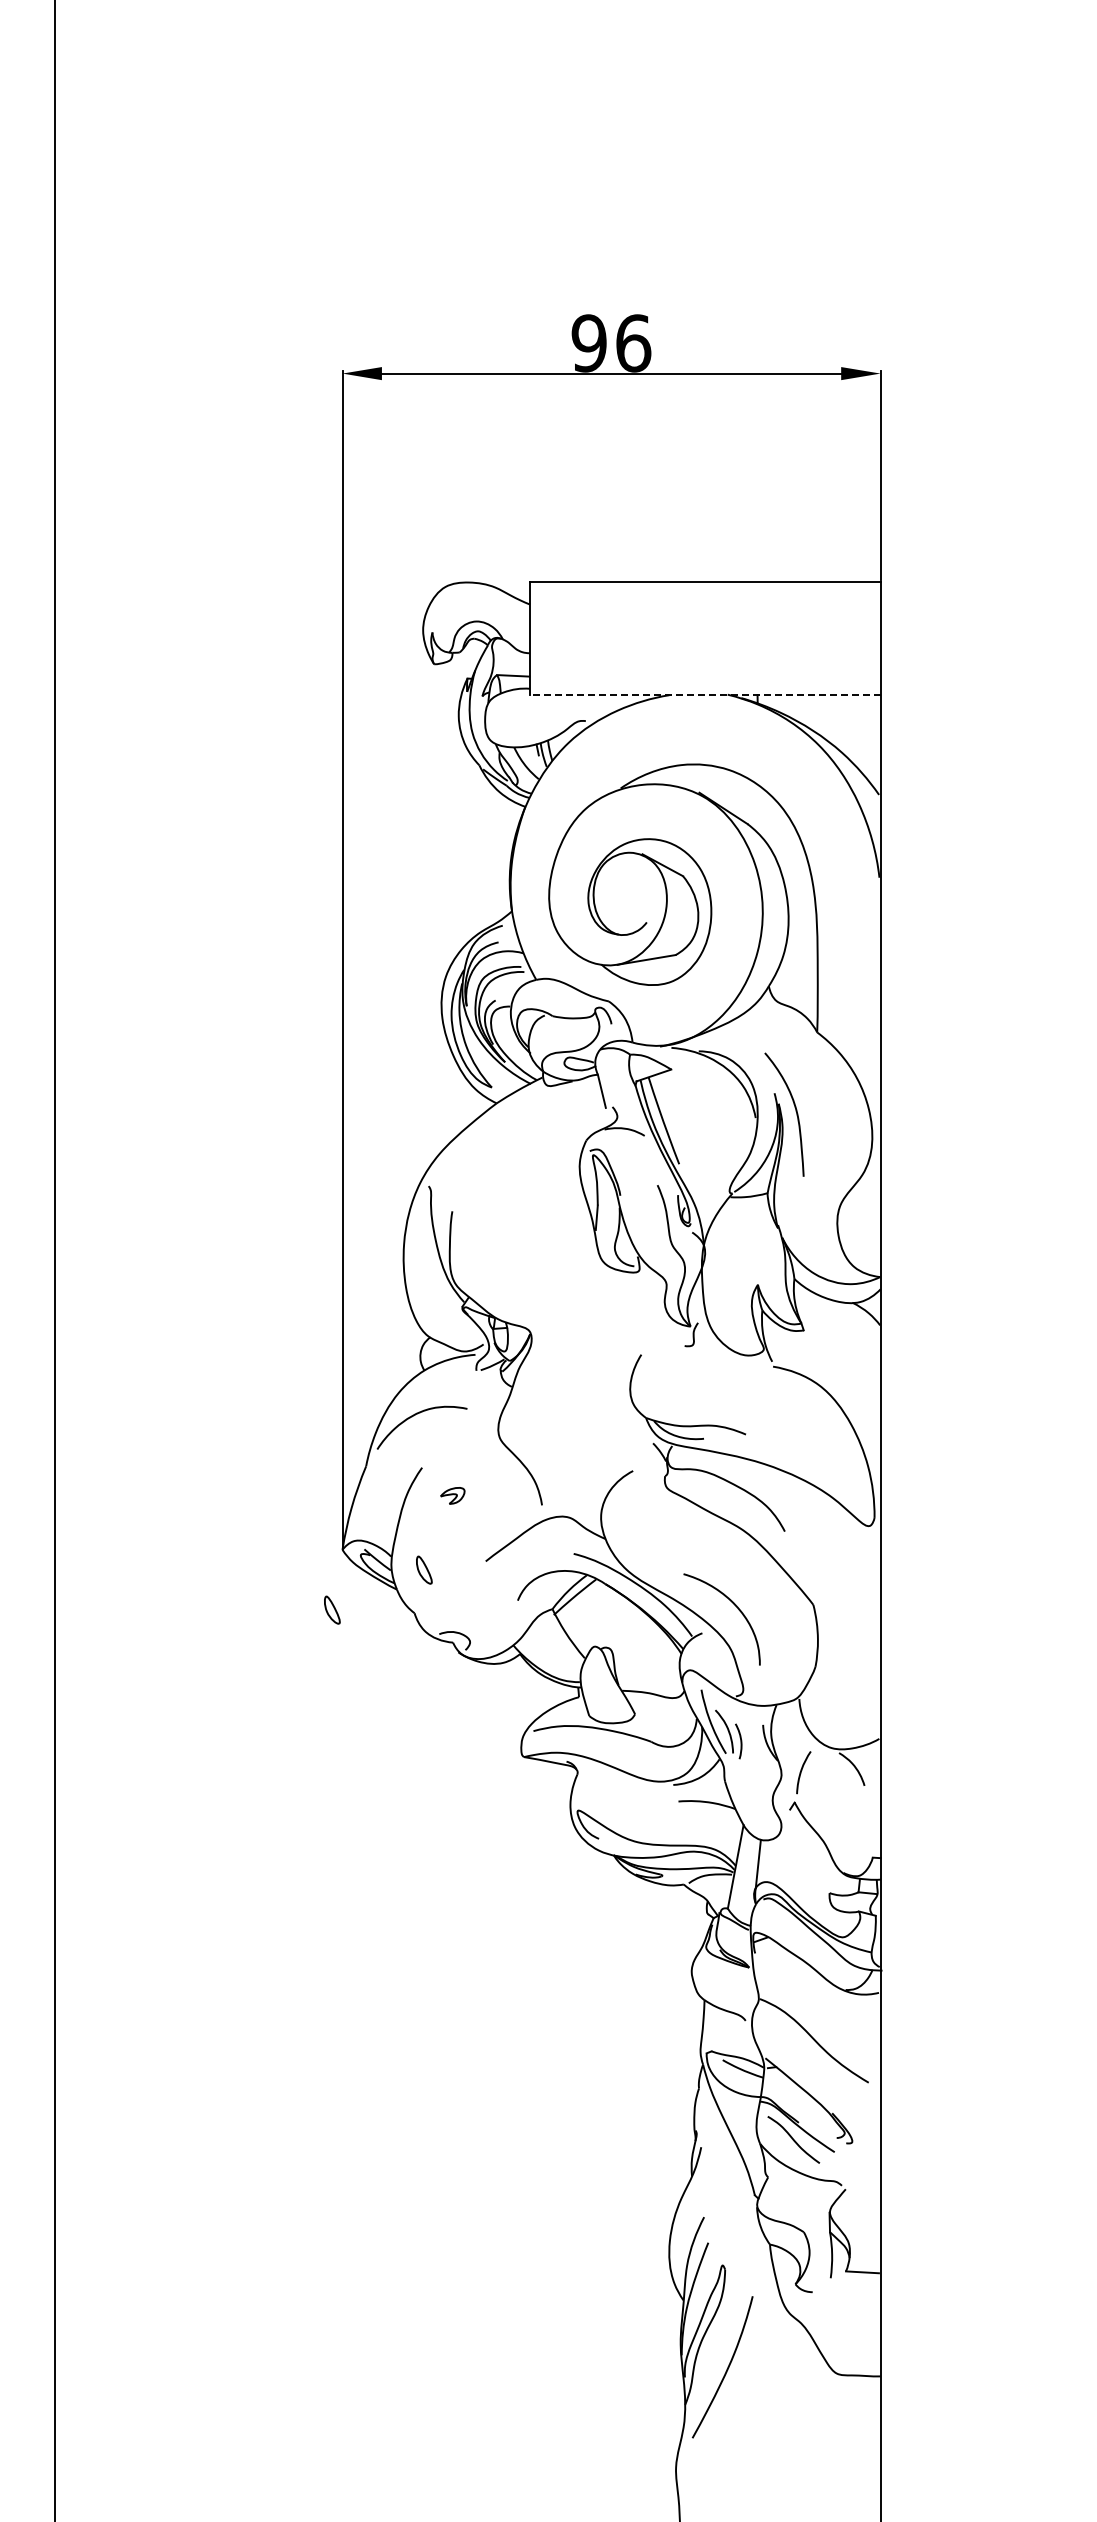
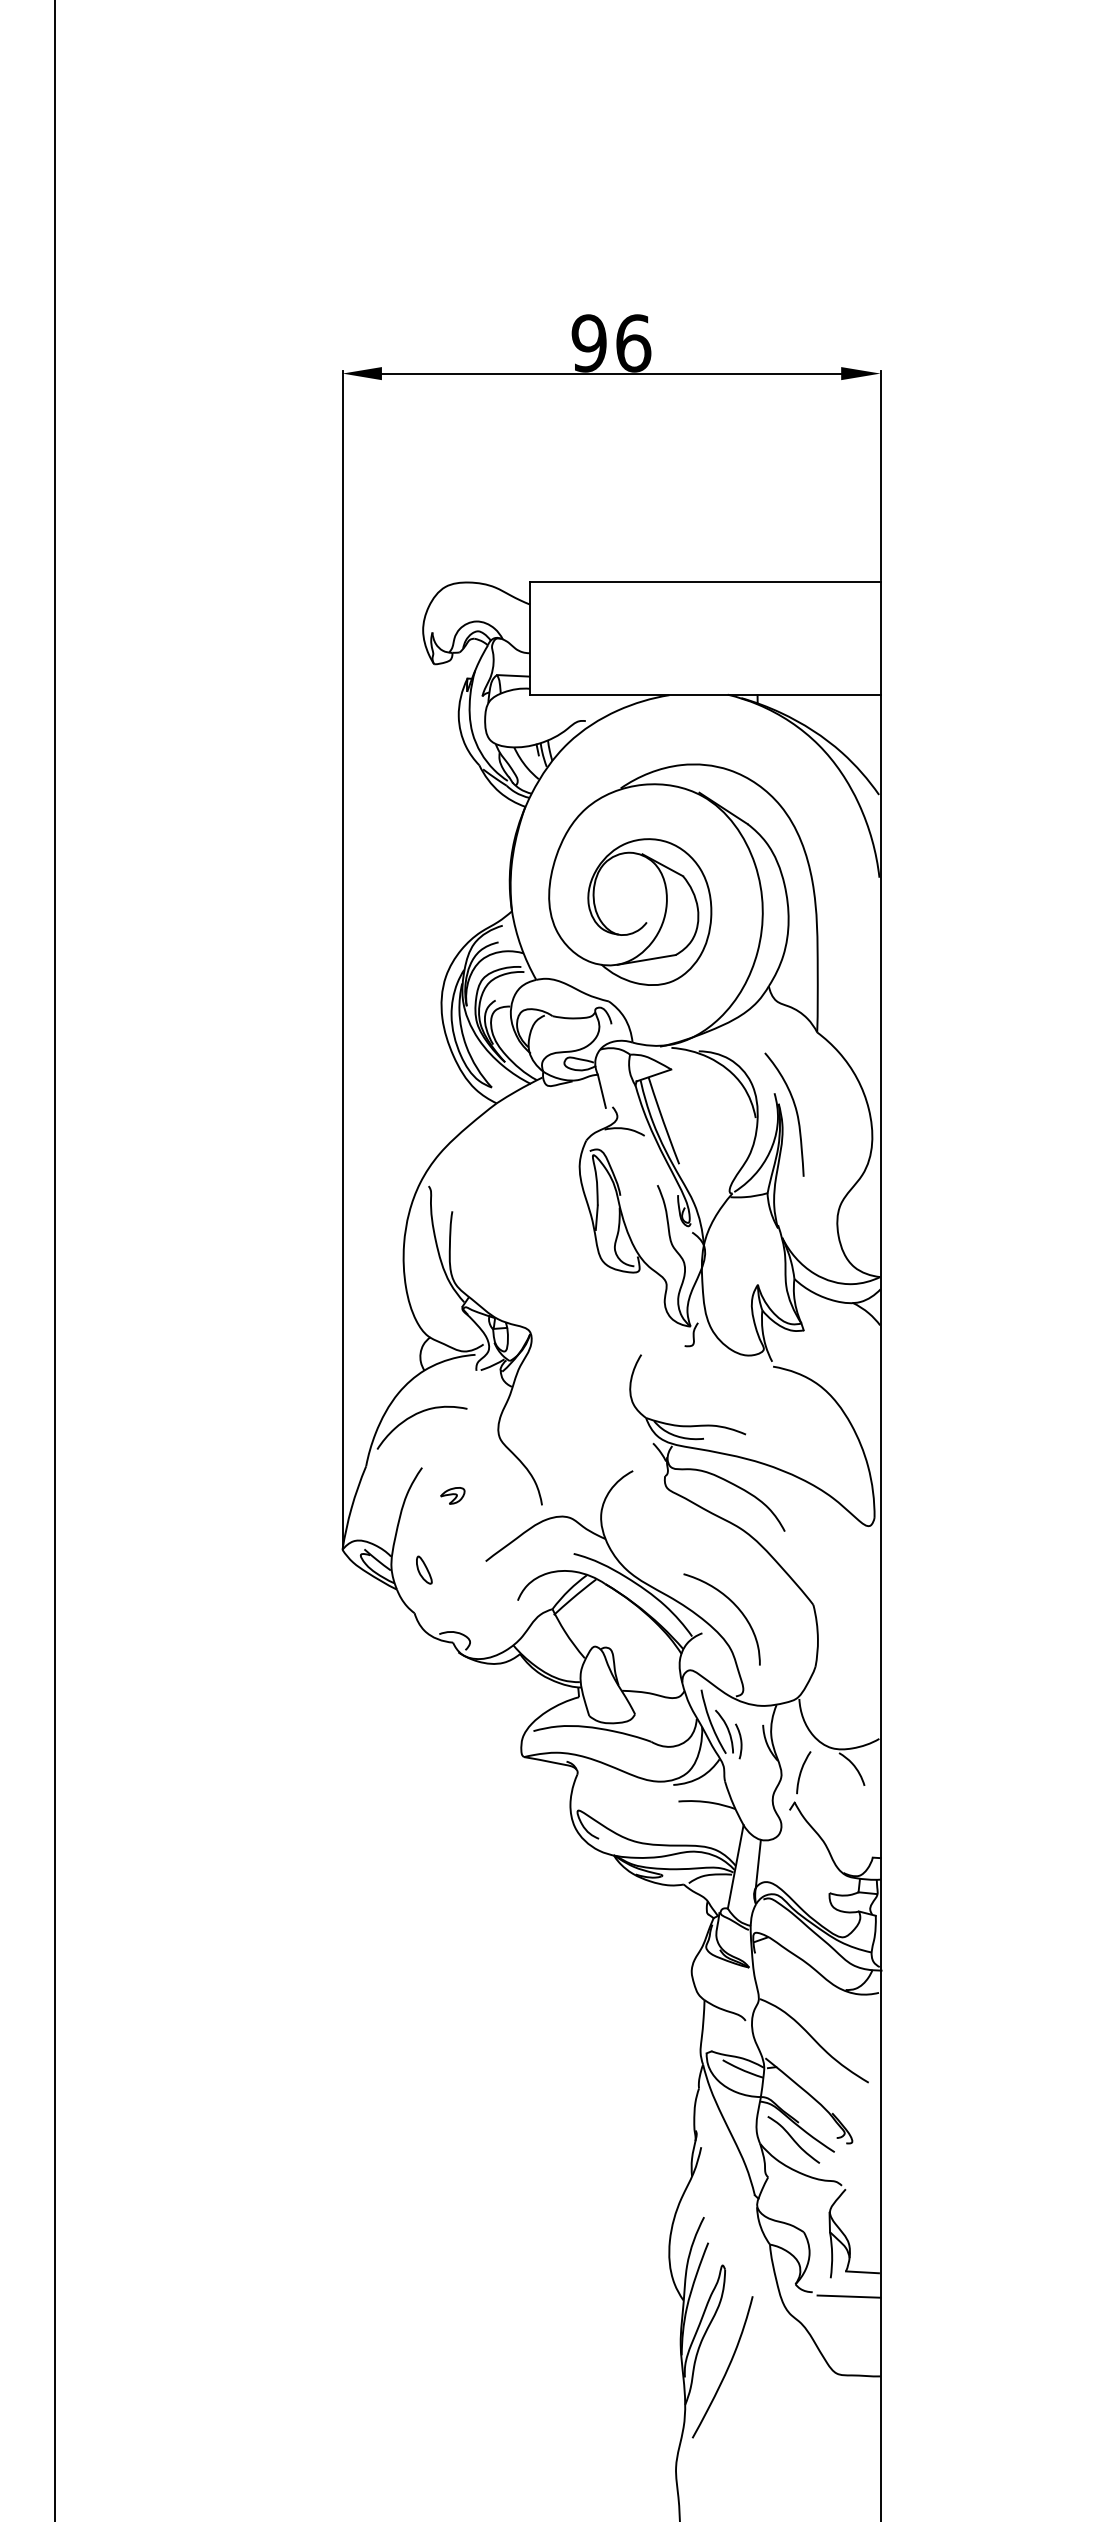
line at (704, 695): dashed -> solid
part at (332, 1609): present -> none
line at (848, 2296): none -> present
